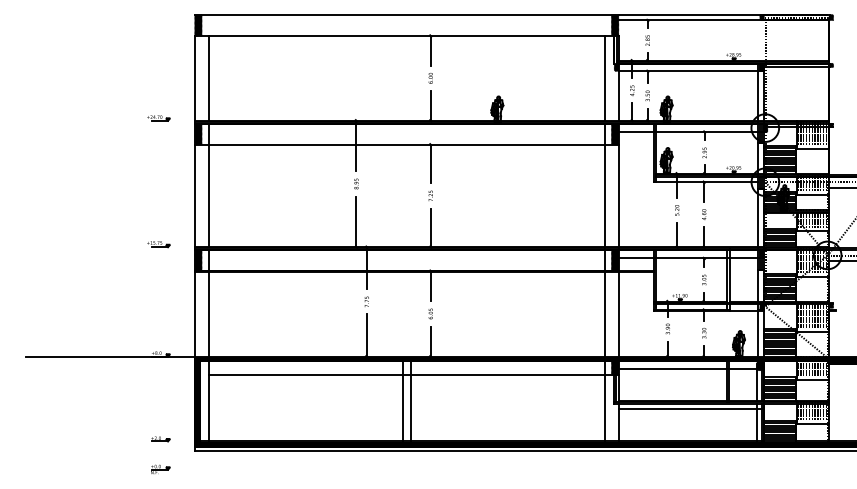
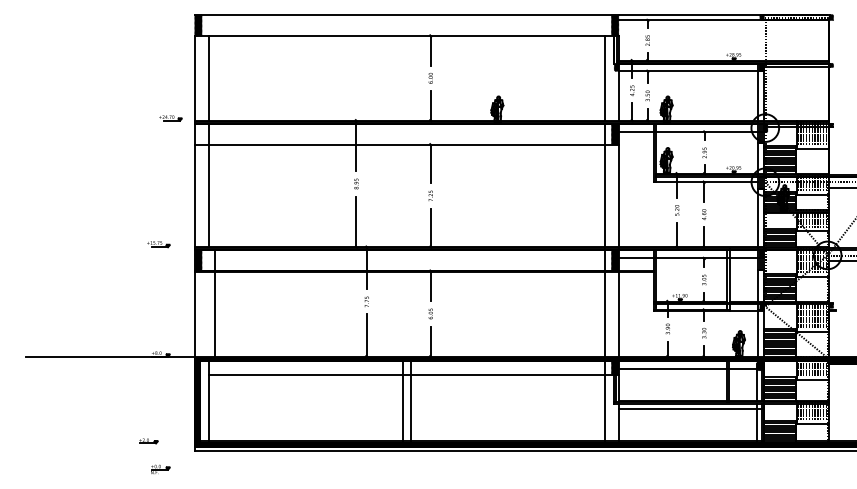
part at (158, 118) position: (158, 118) -> (170, 118)
hatch at (197, 133): present -> none
line at (208, 302) position: (208, 302) -> (214, 302)
part at (160, 439) position: (160, 439) -> (148, 441)
